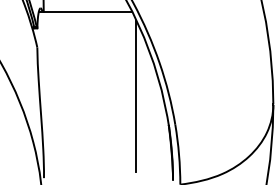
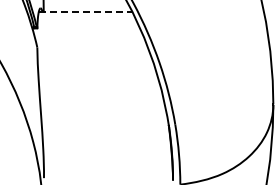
line at (85, 11): solid -> dashed
line at (136, 96): present -> none
